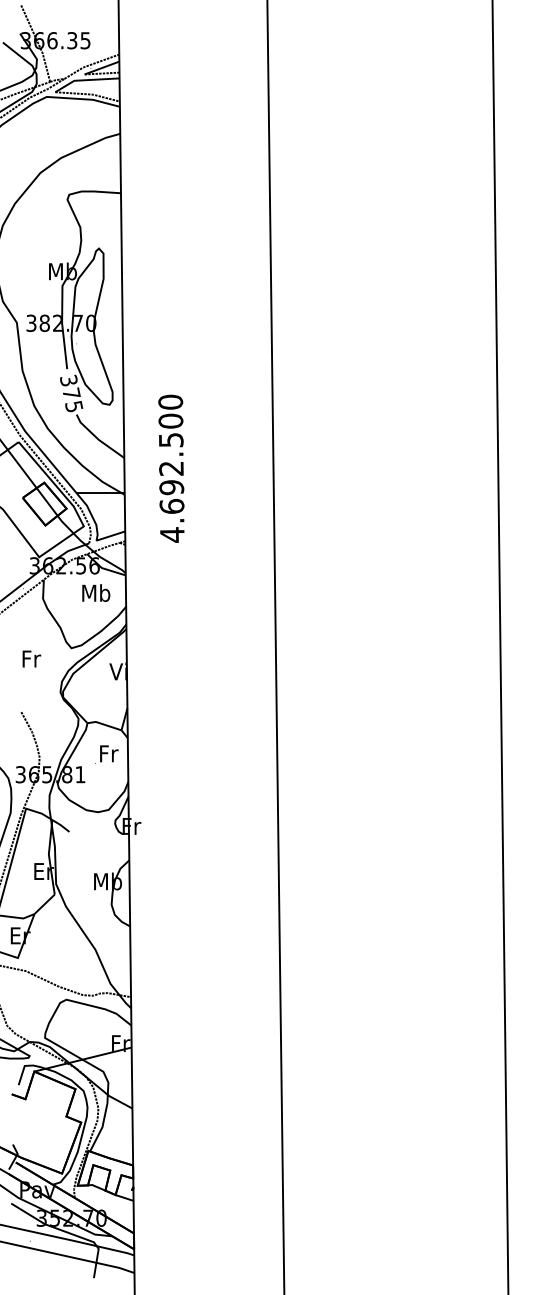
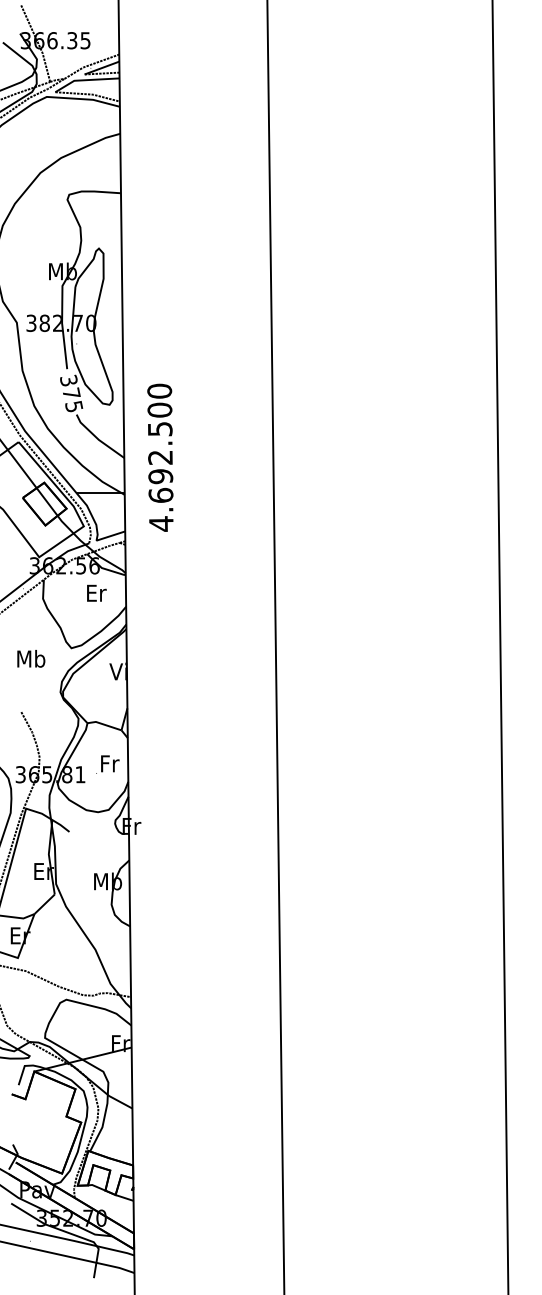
text at (171, 468) position: (171, 468) -> (160, 457)
text at (96, 592): Mb -> Er
text at (31, 658): Fr -> Mb
text at (106, 754) position: (106, 754) -> (107, 764)
